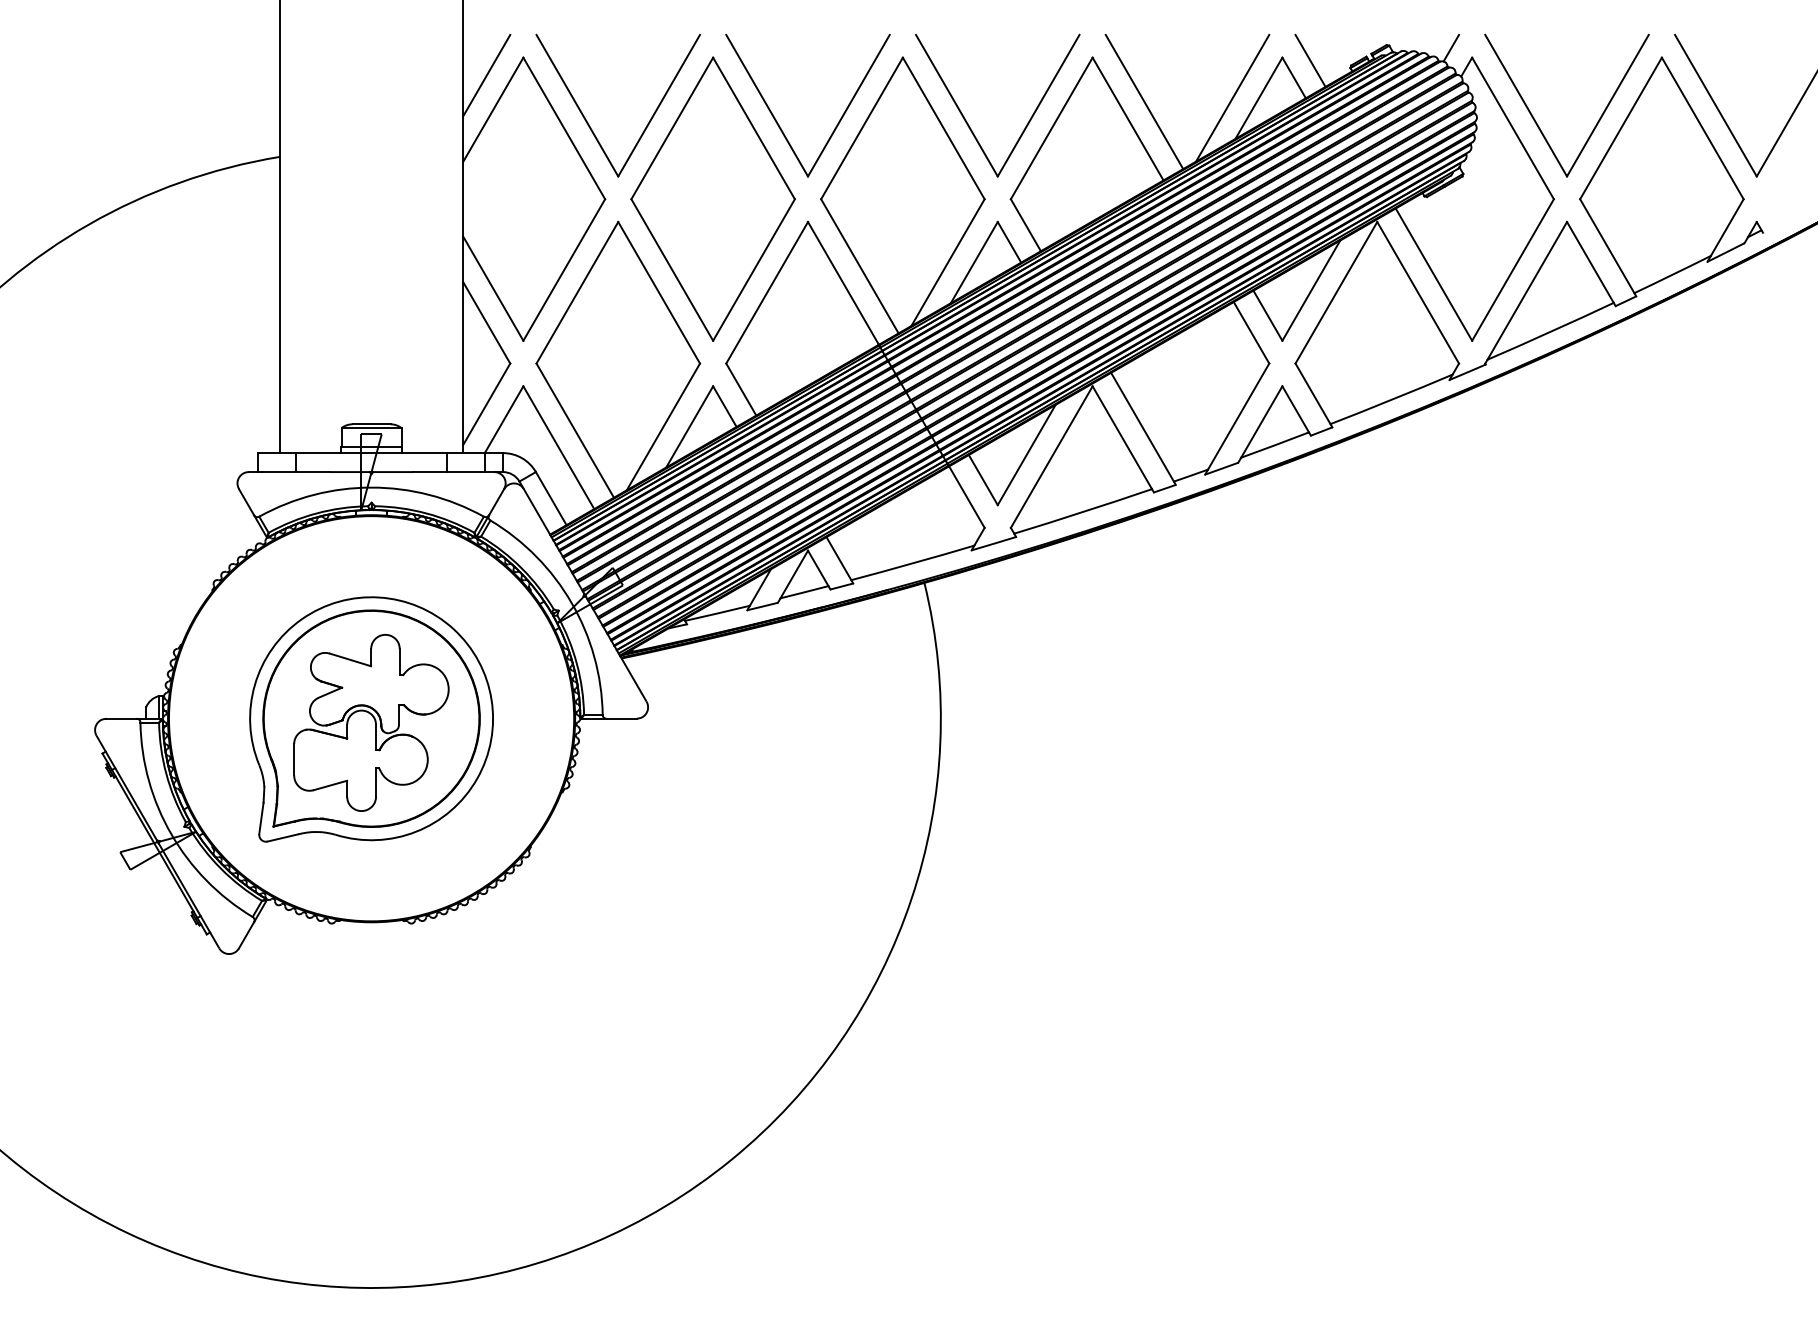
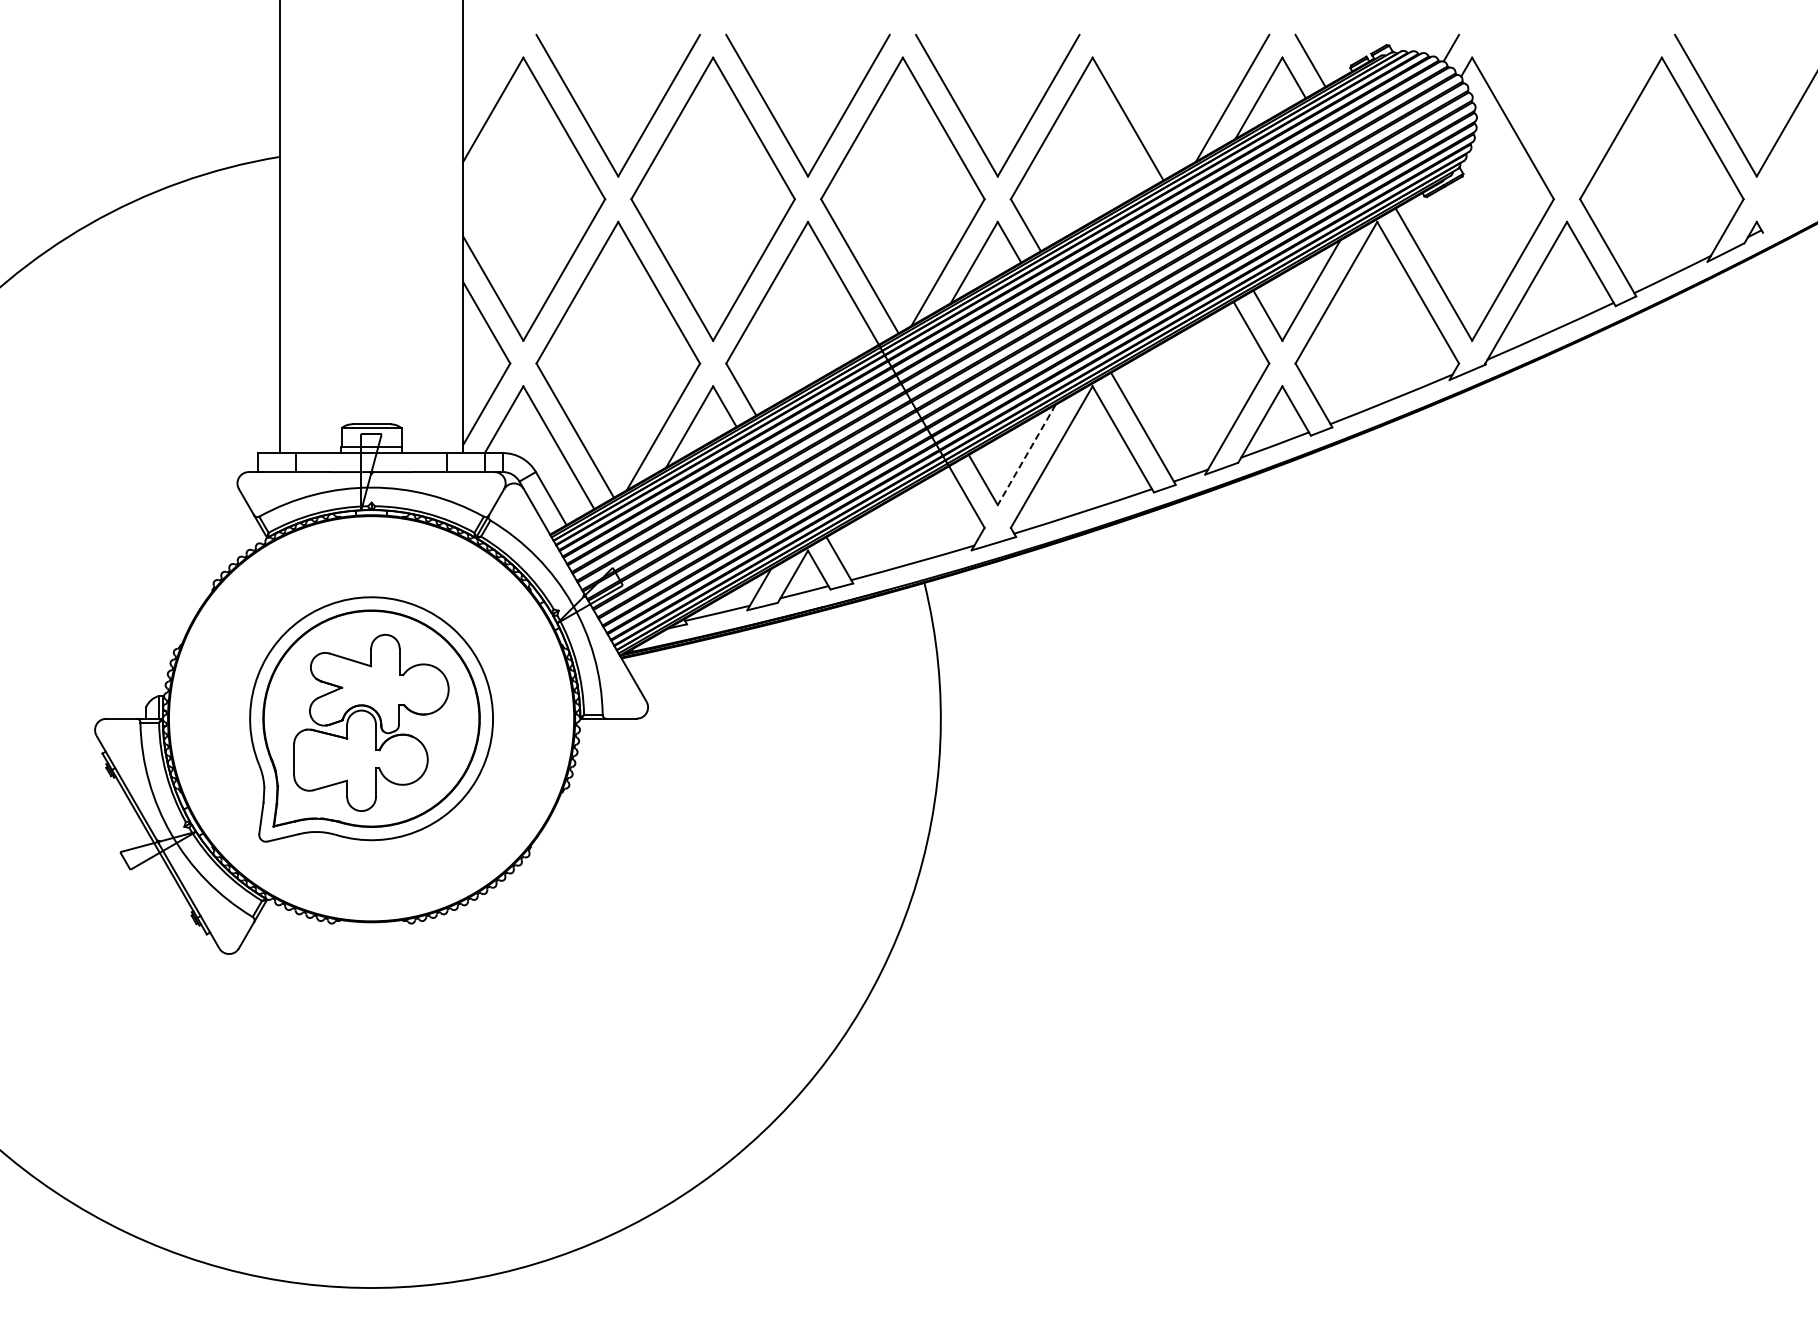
line at (486, 75): present -> none
line at (1144, 101): present -> none
part at (1538, 124): present -> none
line at (1026, 455): solid -> dashed
